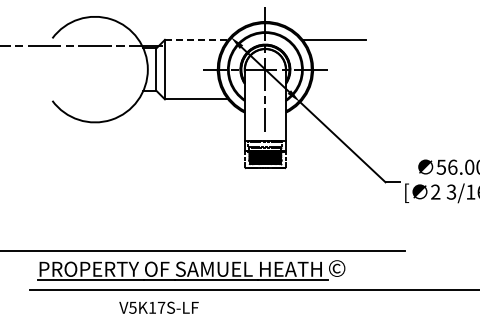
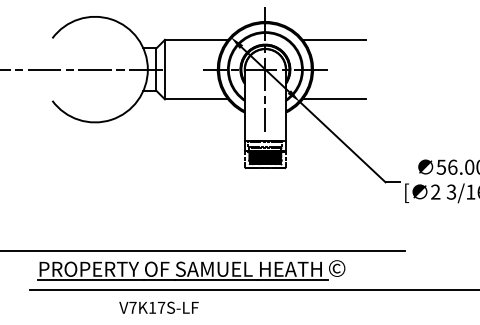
line at (196, 39): dashed -> solid
line at (82, 45) position: (82, 45) -> (82, 69)
line at (333, 99): none -> present
text at (132, 307): V5K17S-LF -> V7K17S-LF
